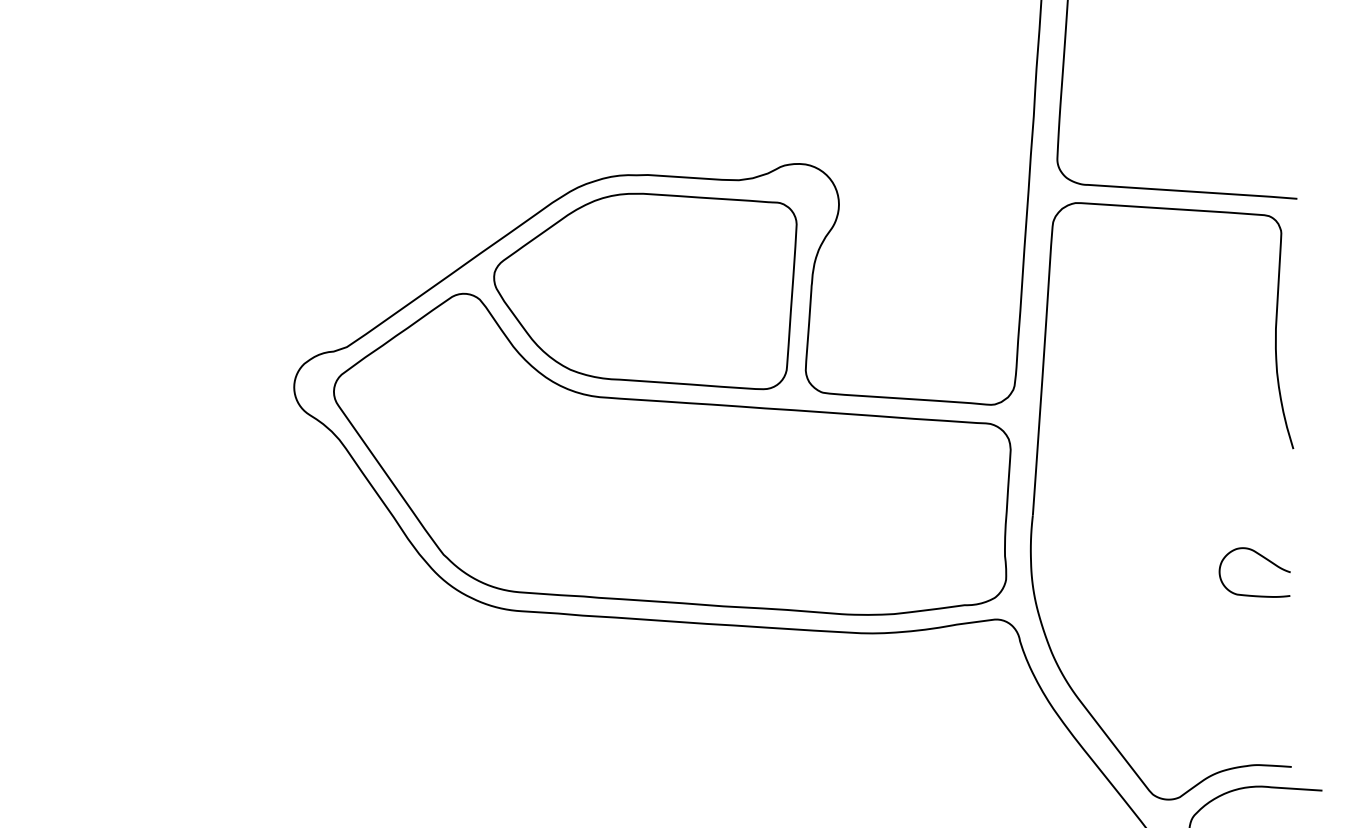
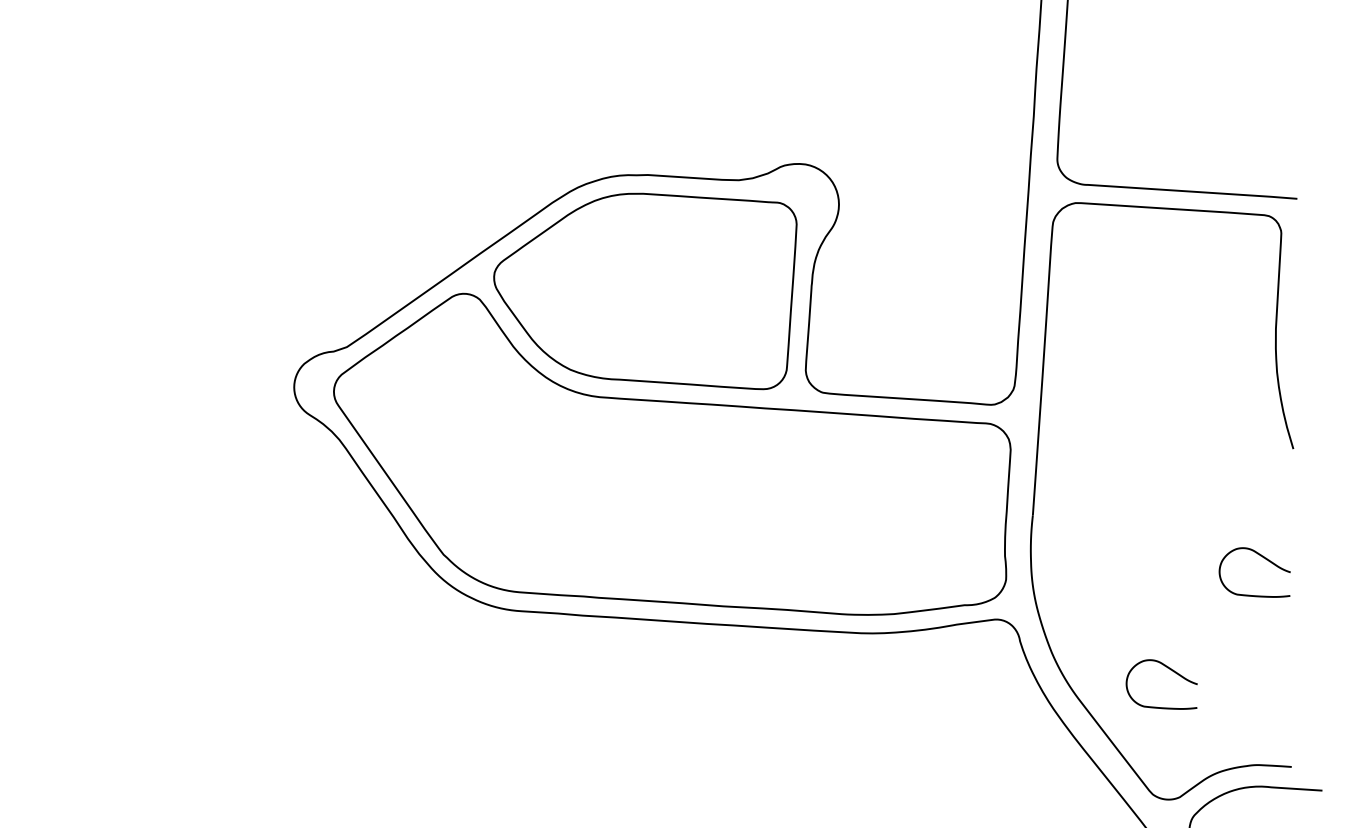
curve at (1170, 670): none -> present
